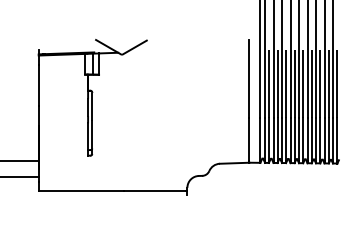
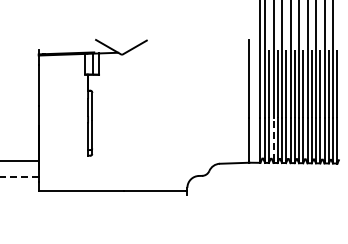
line at (273, 139): solid -> dashed
line at (19, 177): solid -> dashed
